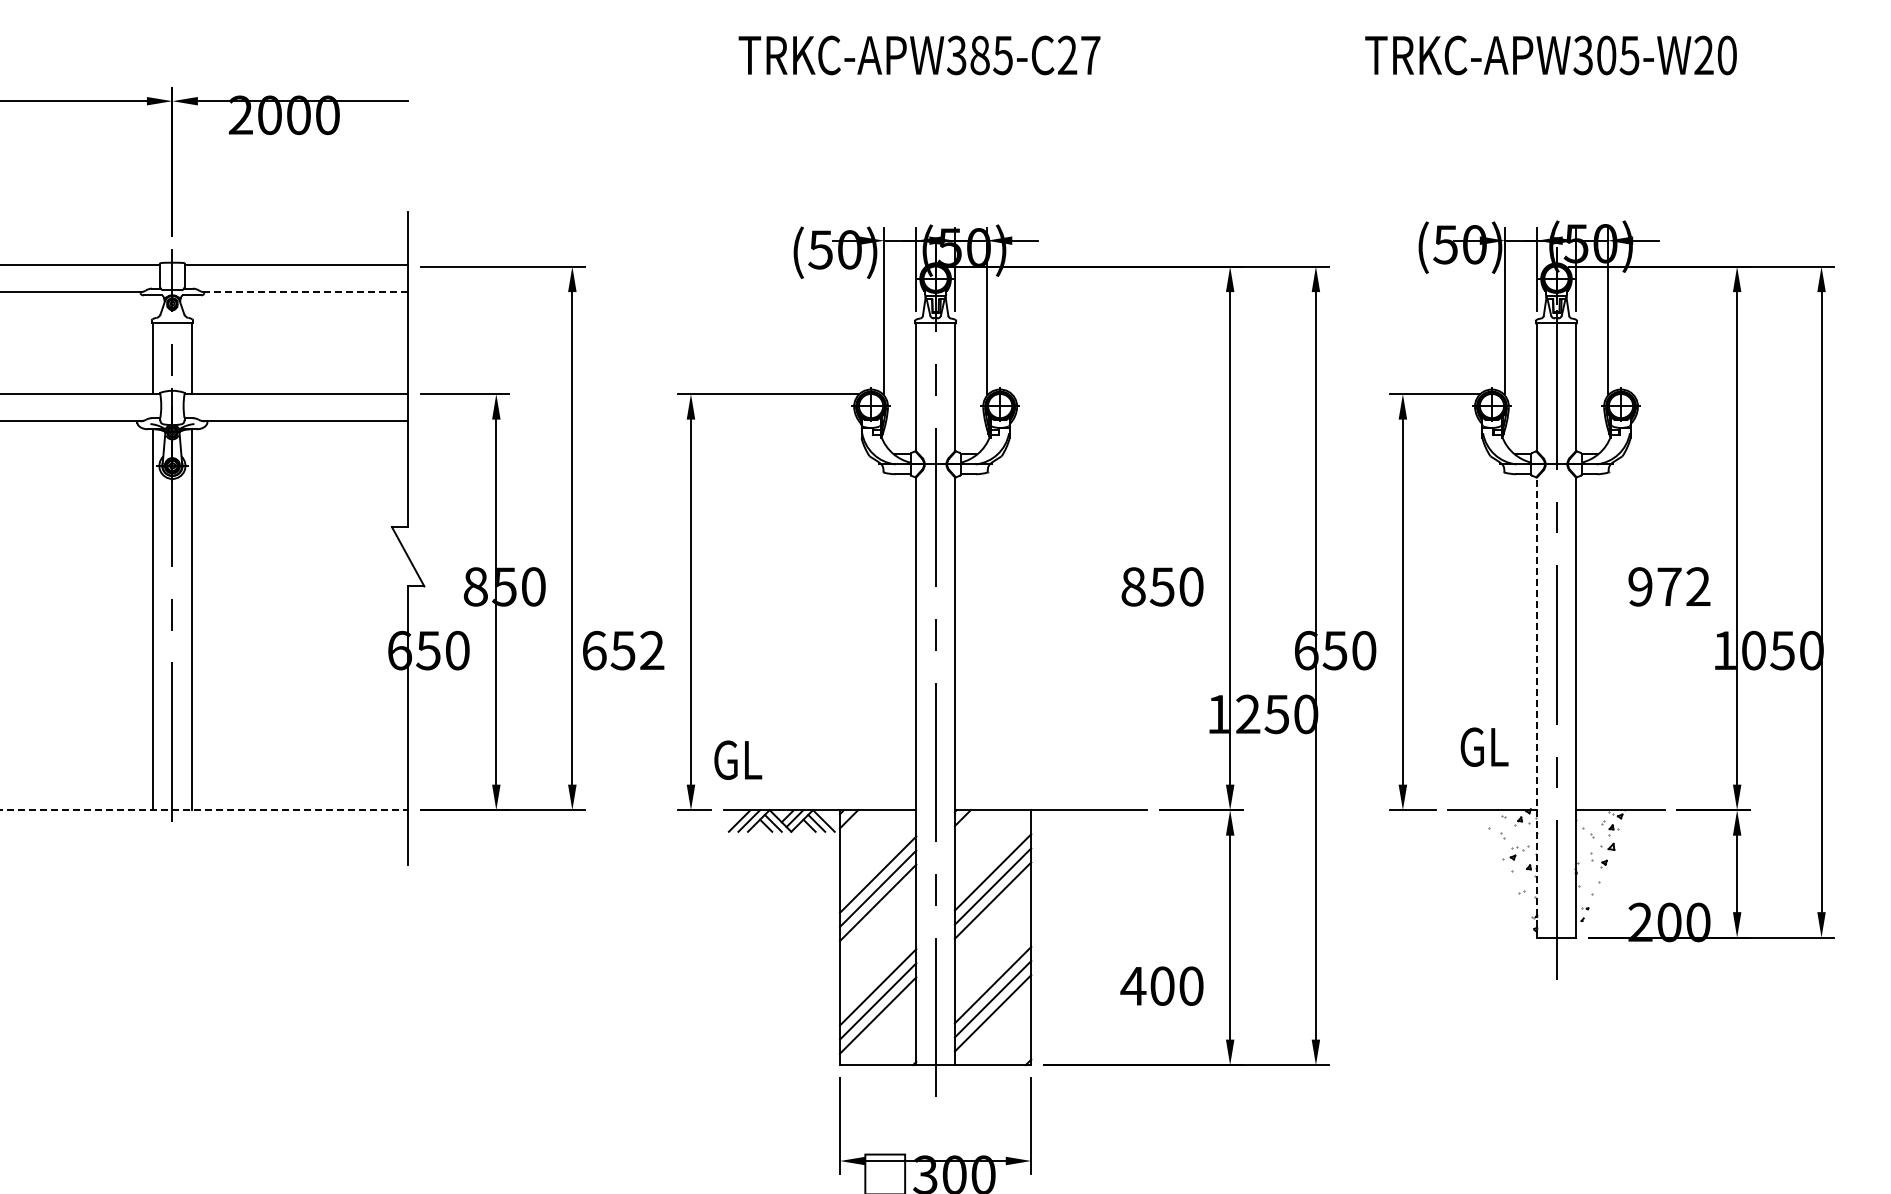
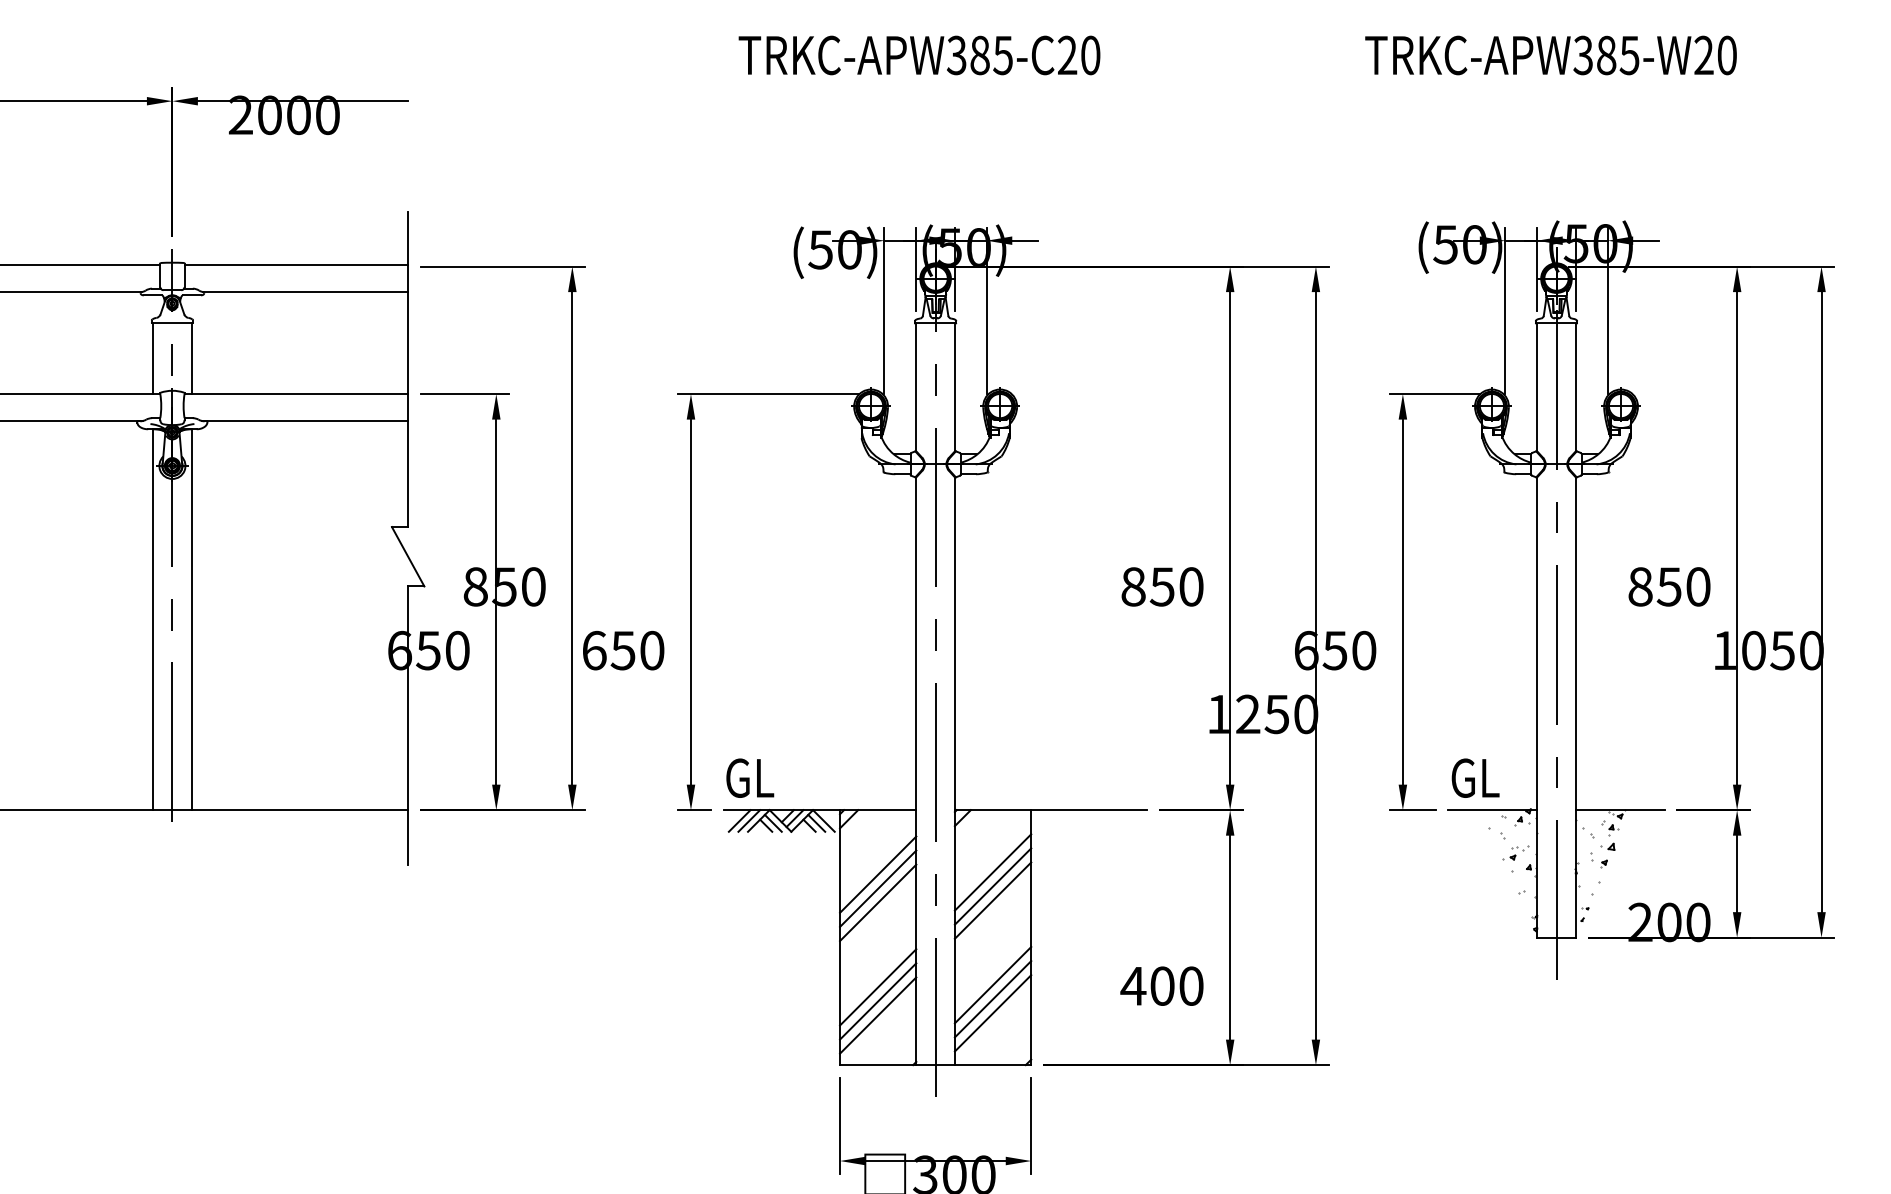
text at (1606, 54): TRKC-APW305-W20 -> TRKC-APW385-W20
text at (1090, 55): TRKC-APW385-C27 -> TRKC-APW385-C20
line at (305, 292): dashed -> solid
text at (1669, 586): 972 -> 850
text at (652, 650): 652 -> 650
line at (1537, 707): dashed -> solid
text at (1484, 746) position: (1484, 746) -> (1475, 777)
text at (738, 759) position: (738, 759) -> (750, 777)
line at (204, 810): dashed -> solid
